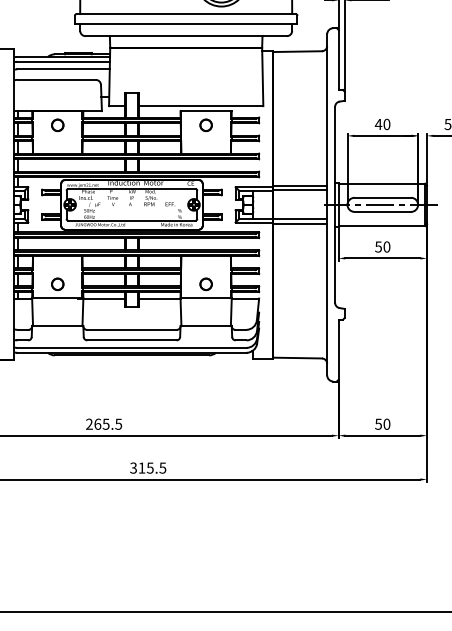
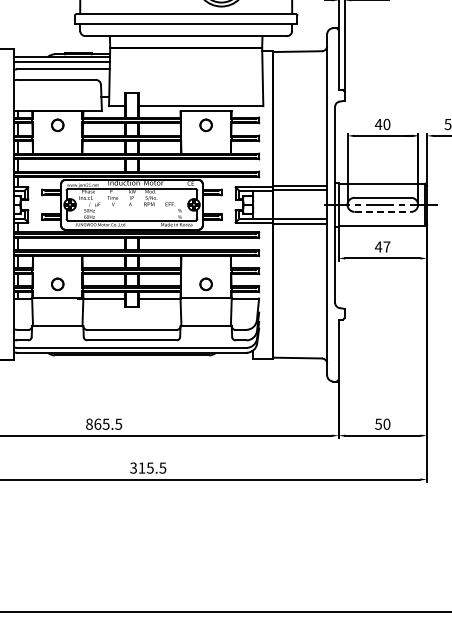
line at (383, 211): solid -> dashed
text at (382, 246): 50 -> 47
text at (89, 423): 265.5 -> 865.5
